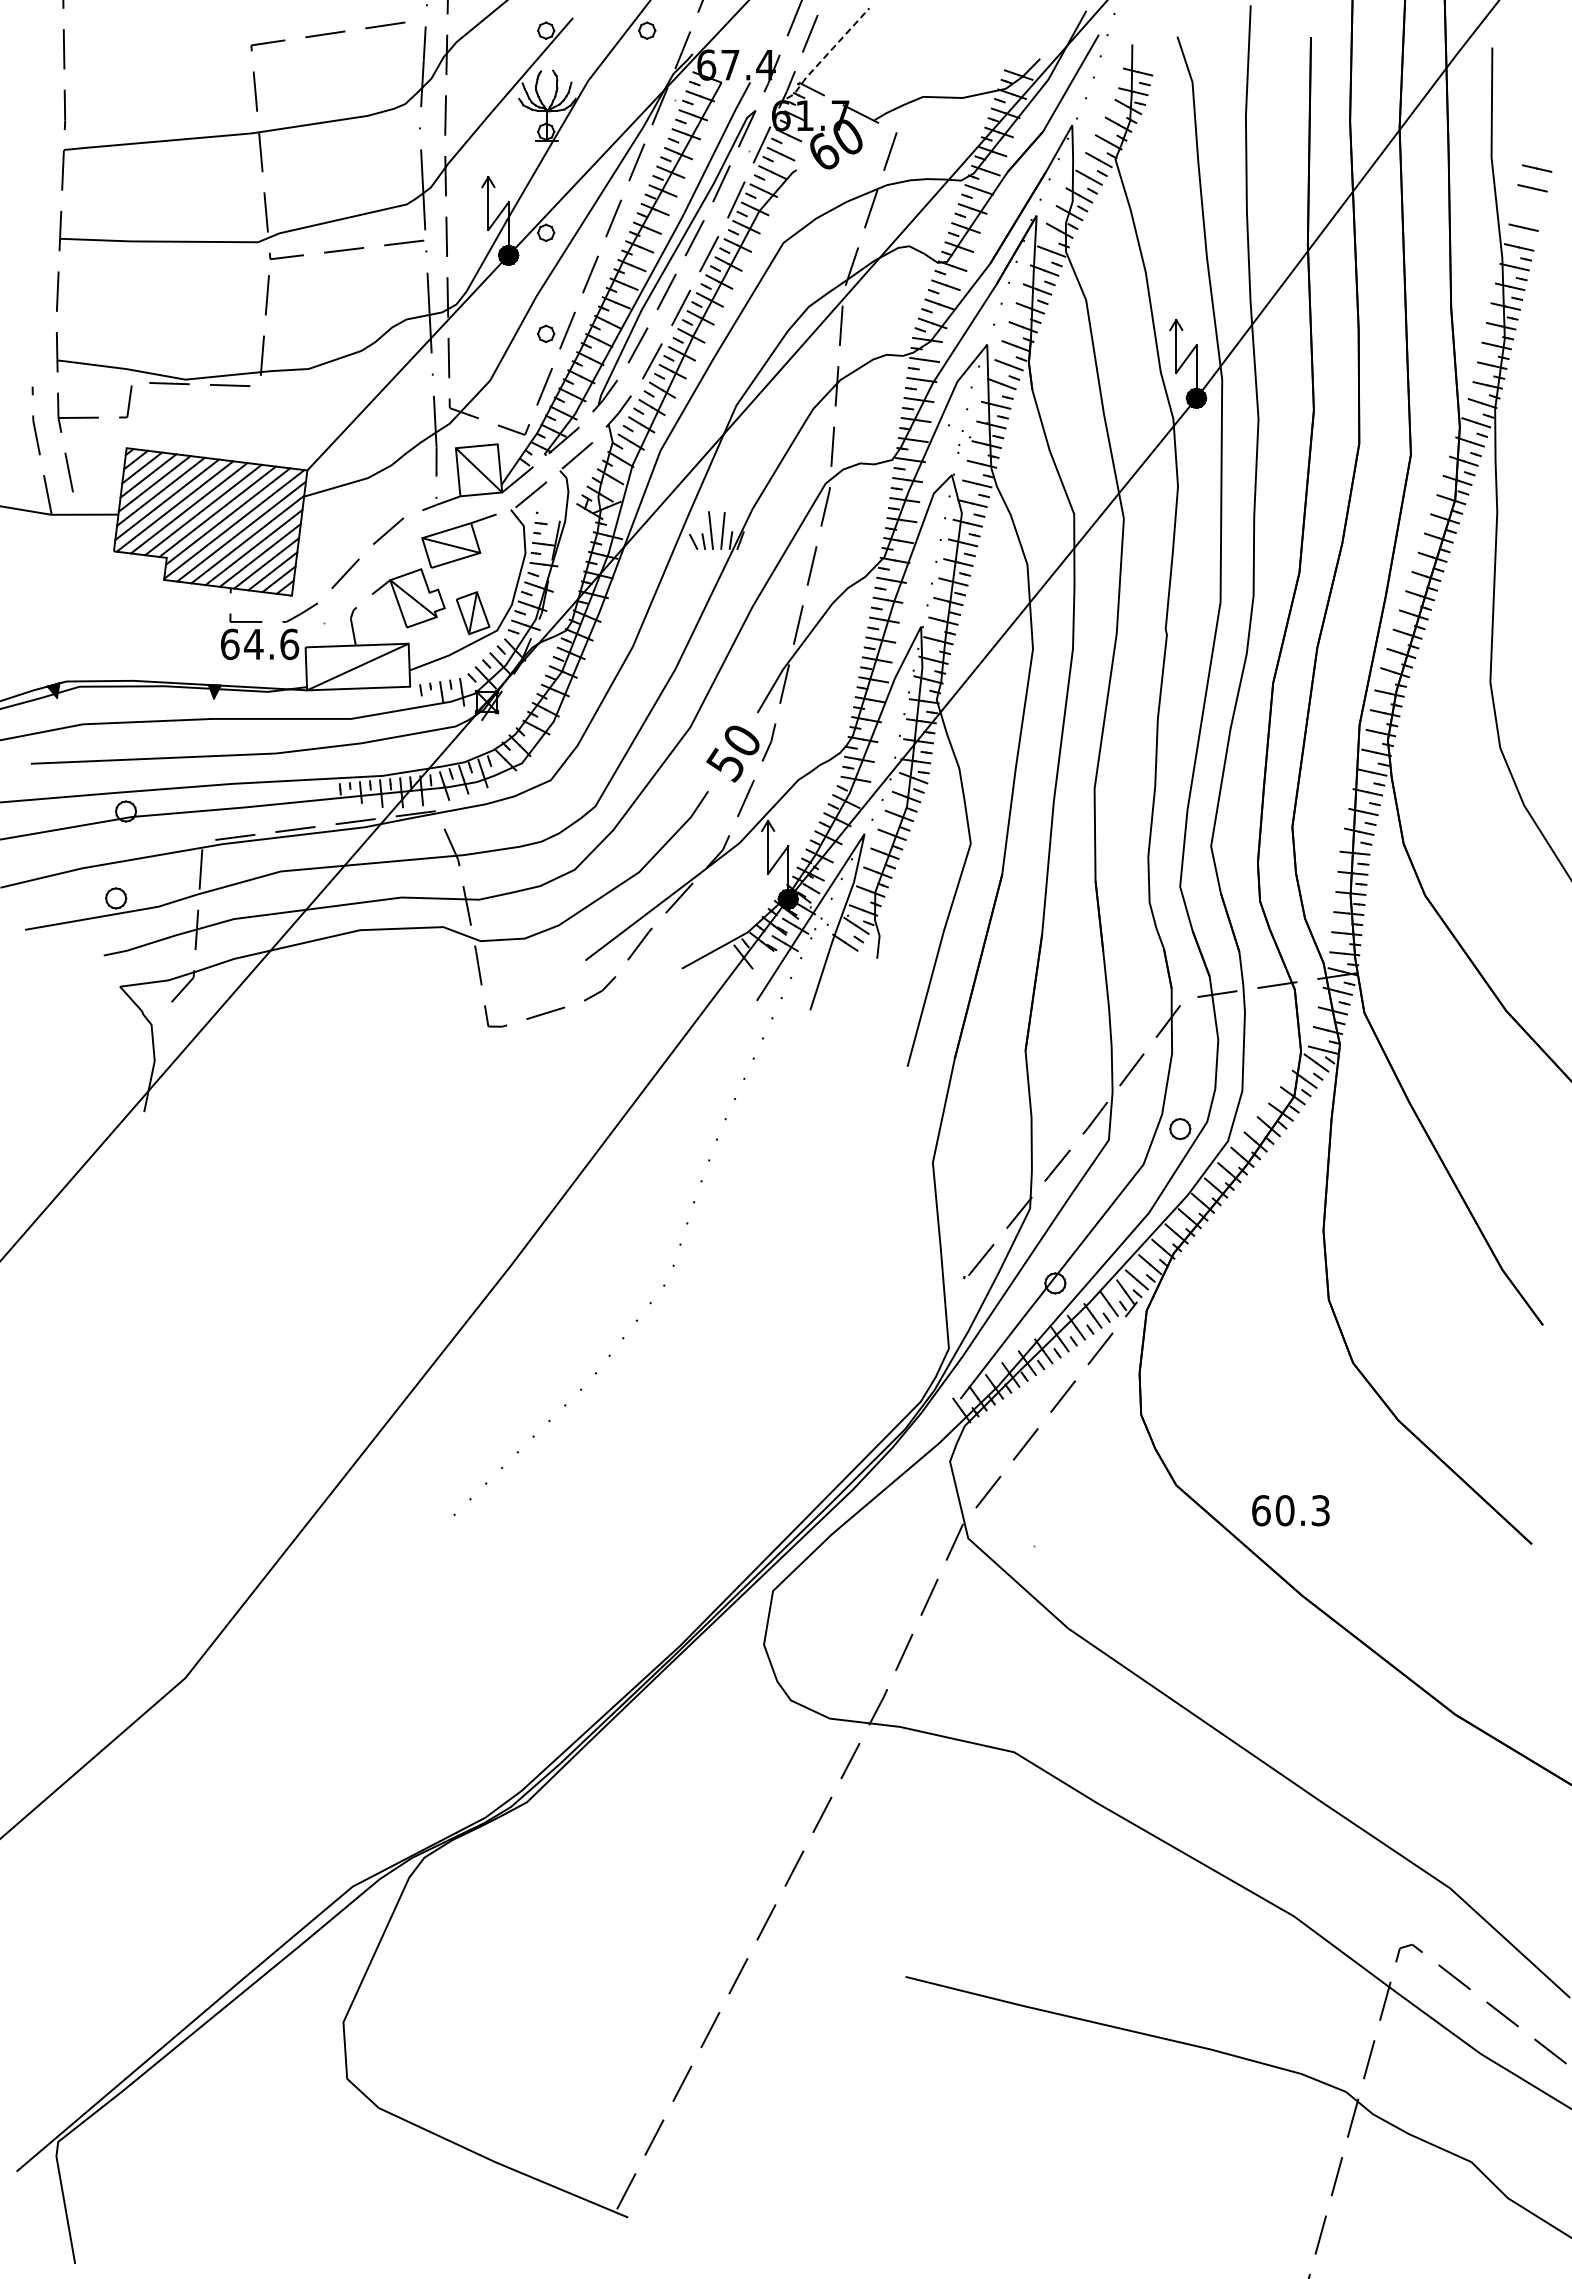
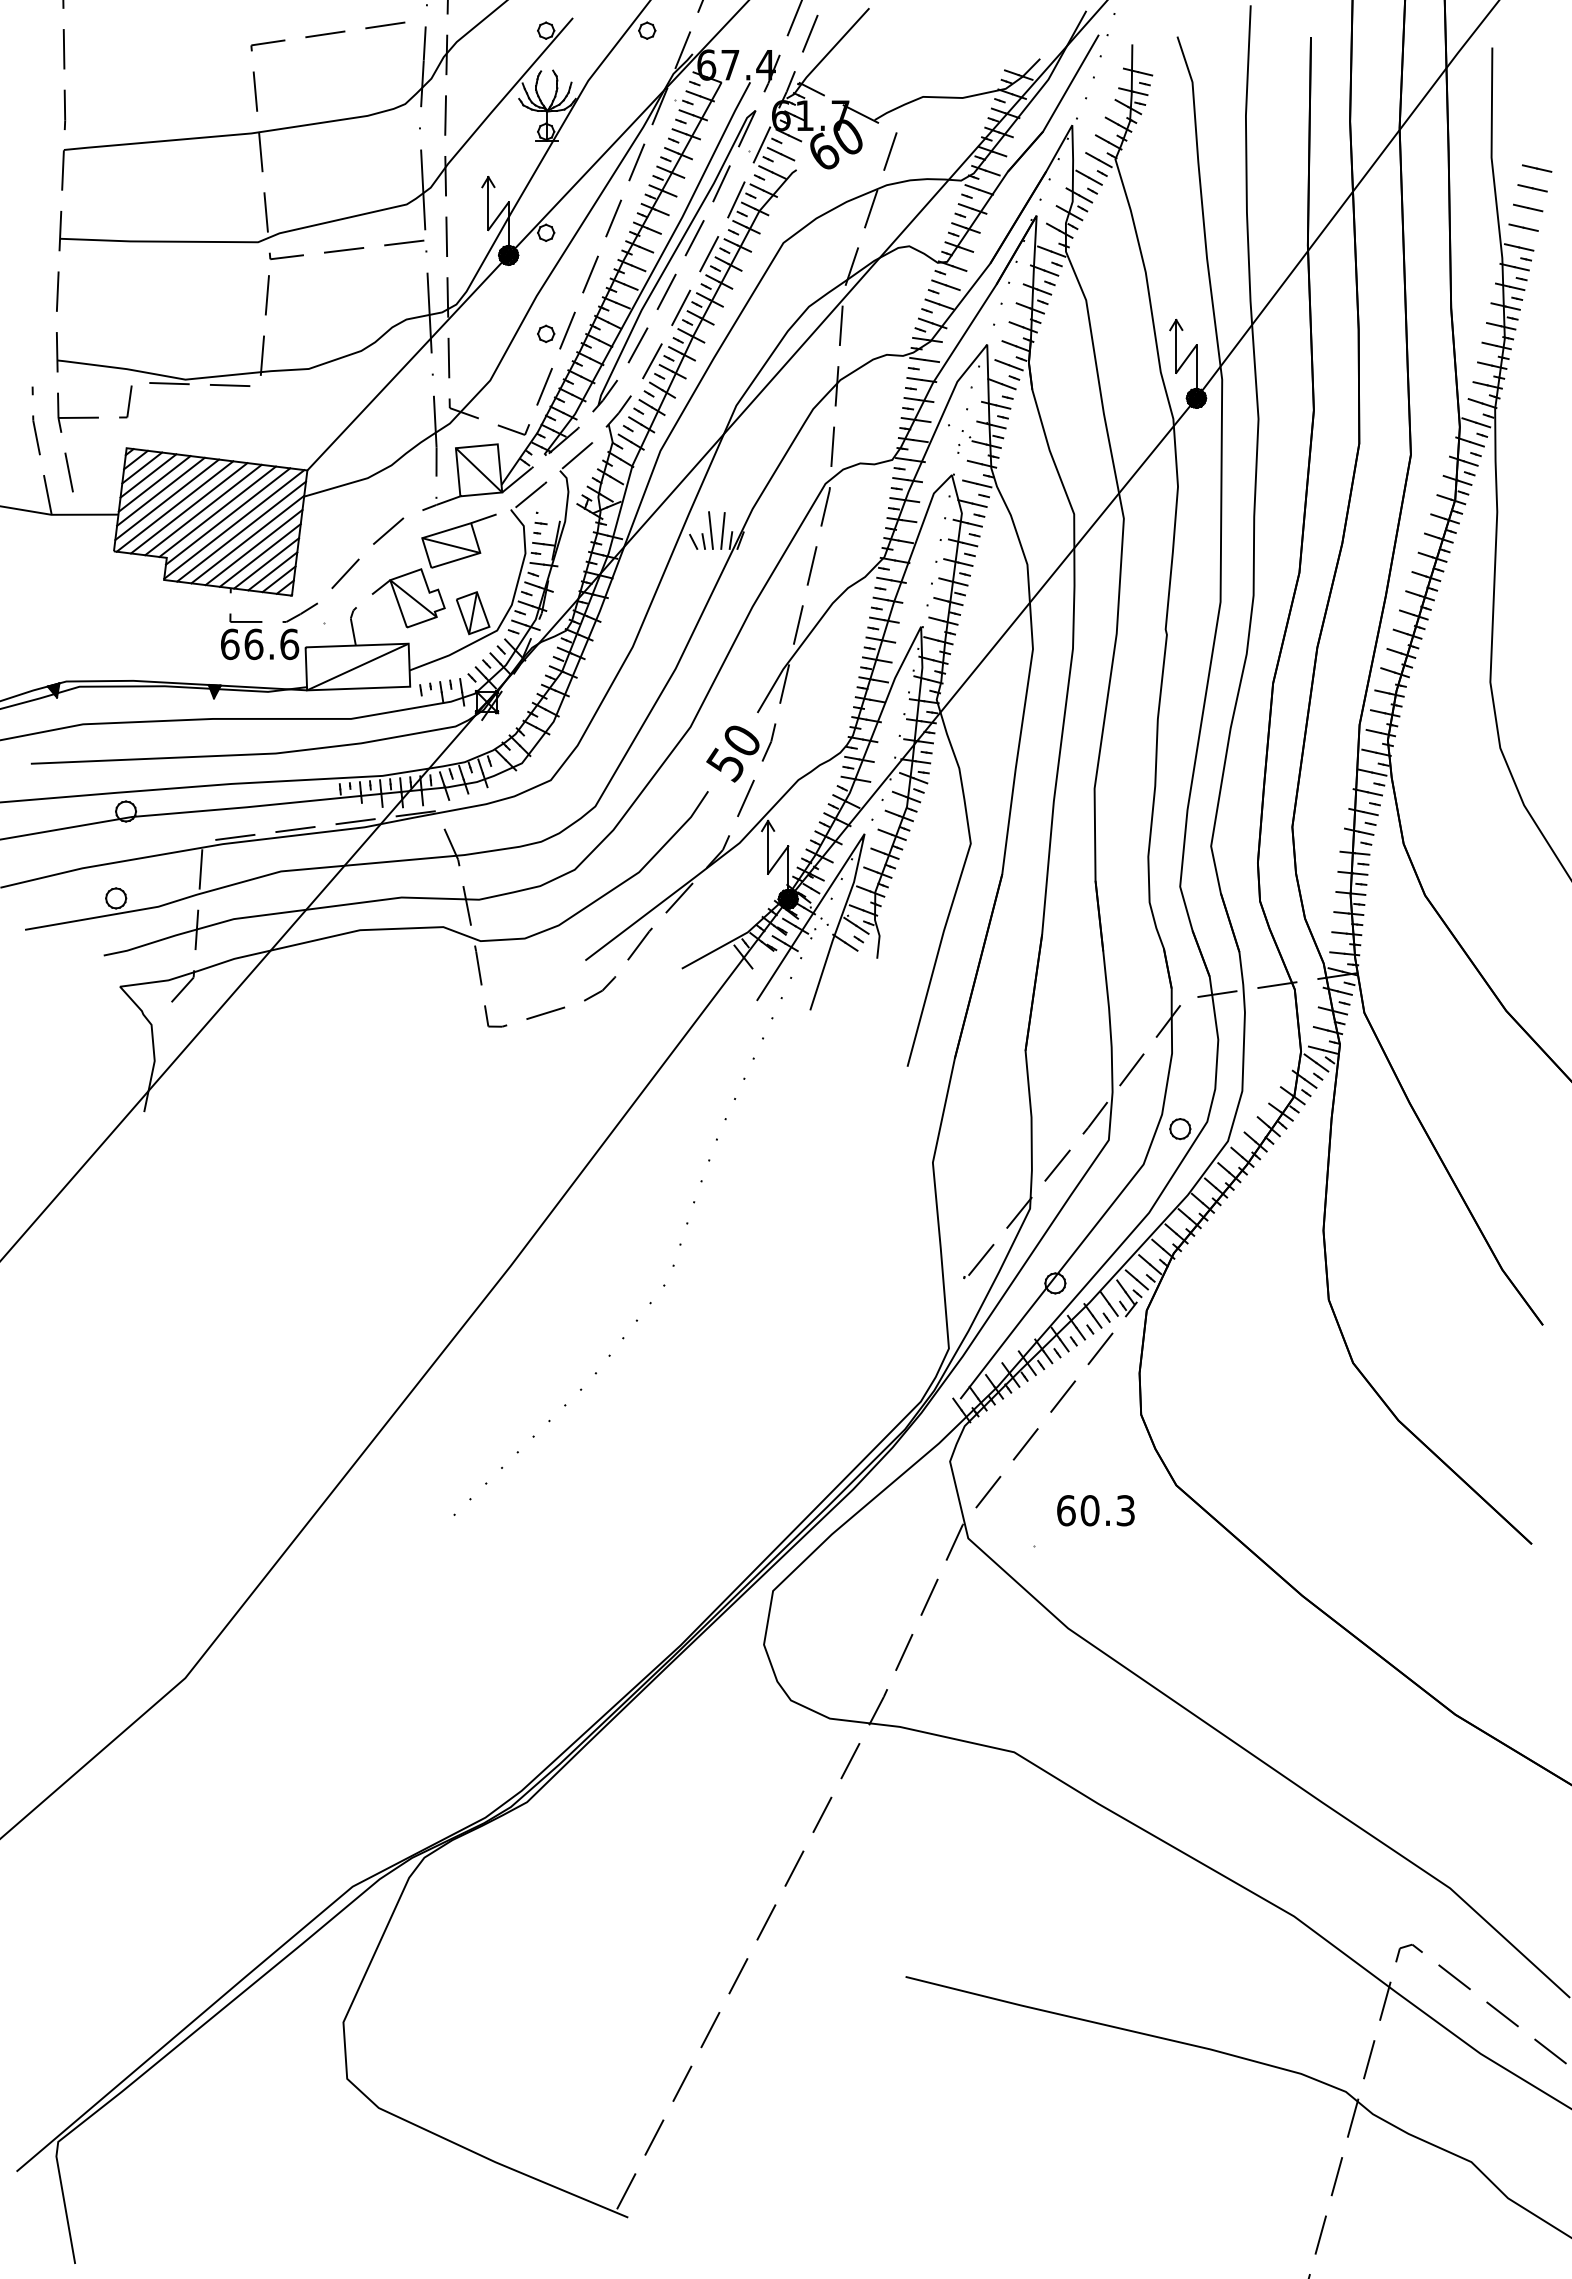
line at (827, 54): dashed -> solid
line at (1528, 207): none -> present
text at (253, 644): 64.6 -> 66.6
text at (1290, 1510) position: (1290, 1510) -> (1095, 1510)
